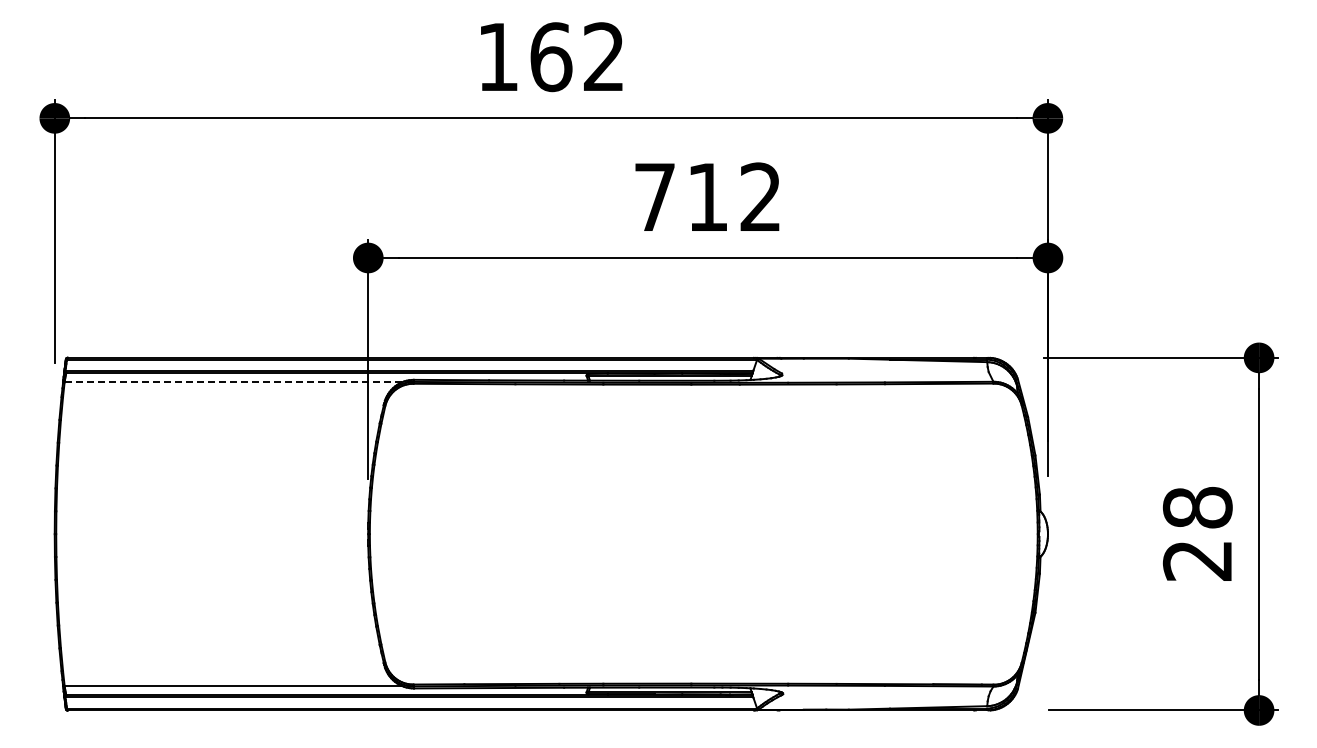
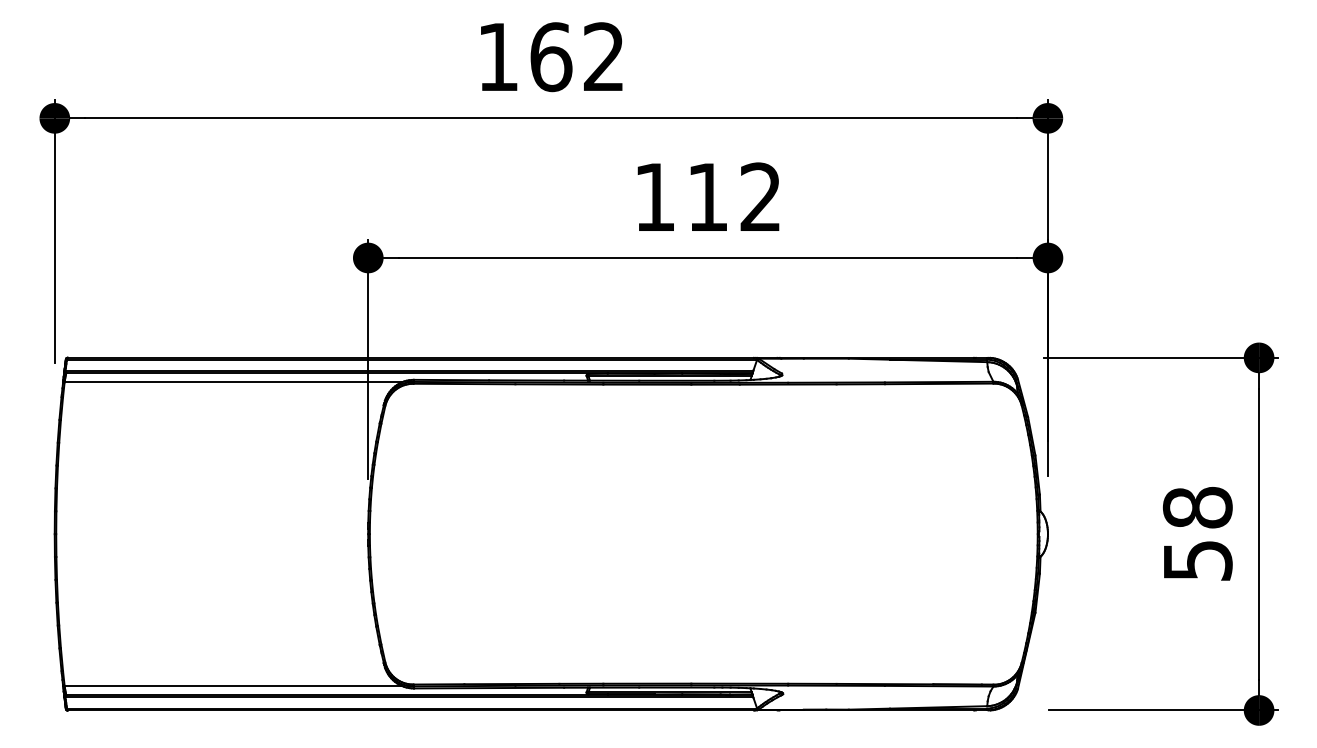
text at (654, 196): 712 -> 112
line at (233, 382): dashed -> solid
text at (1197, 560): 28 -> 58
